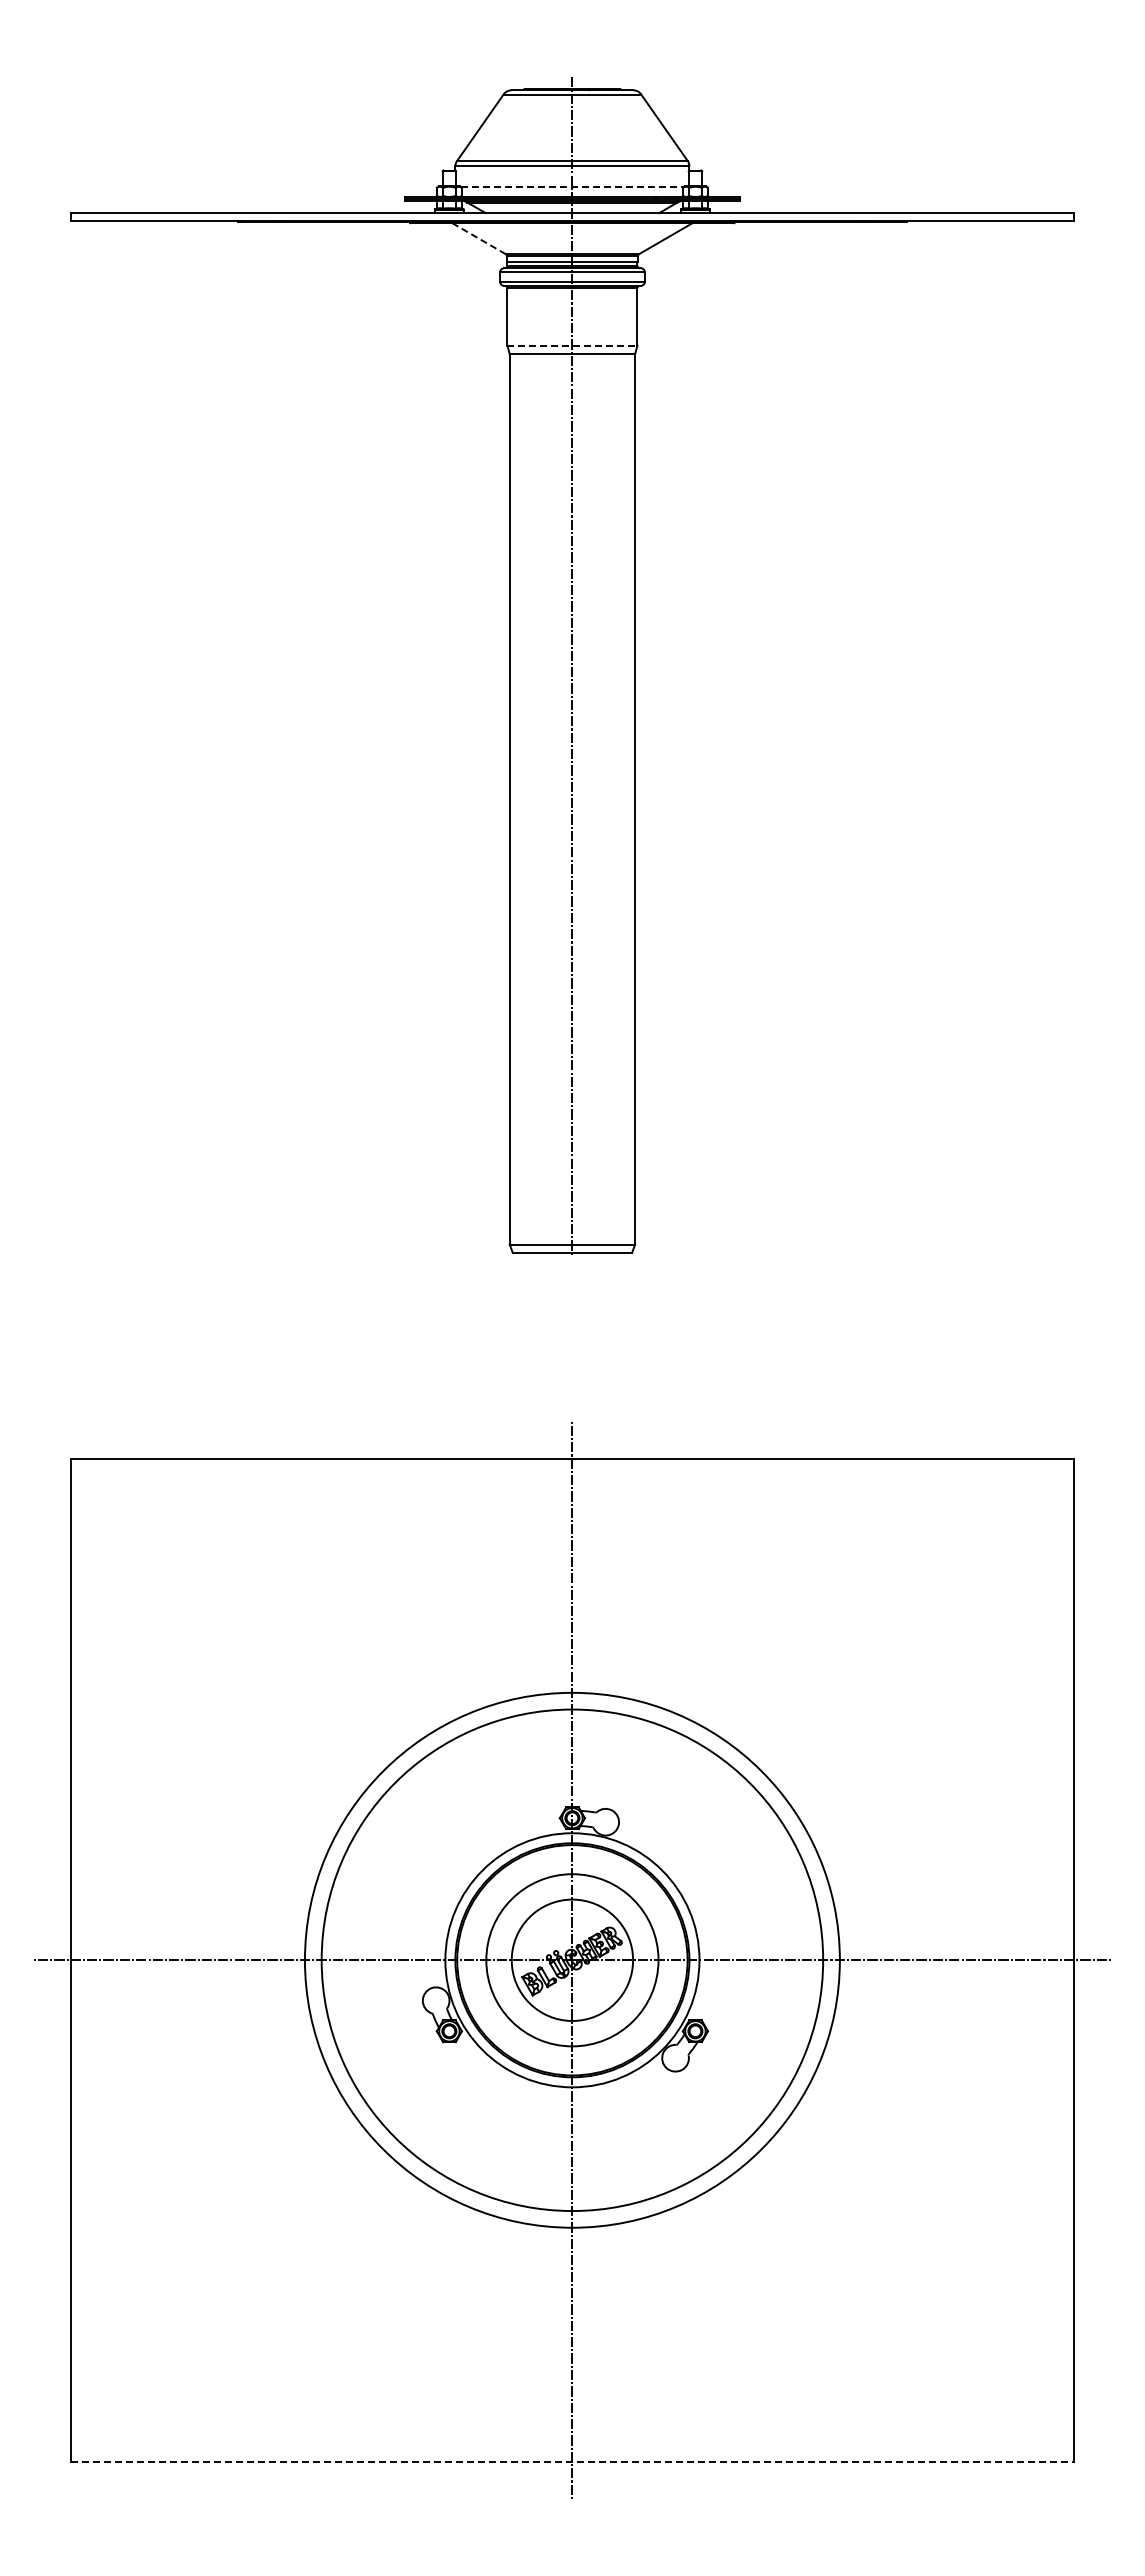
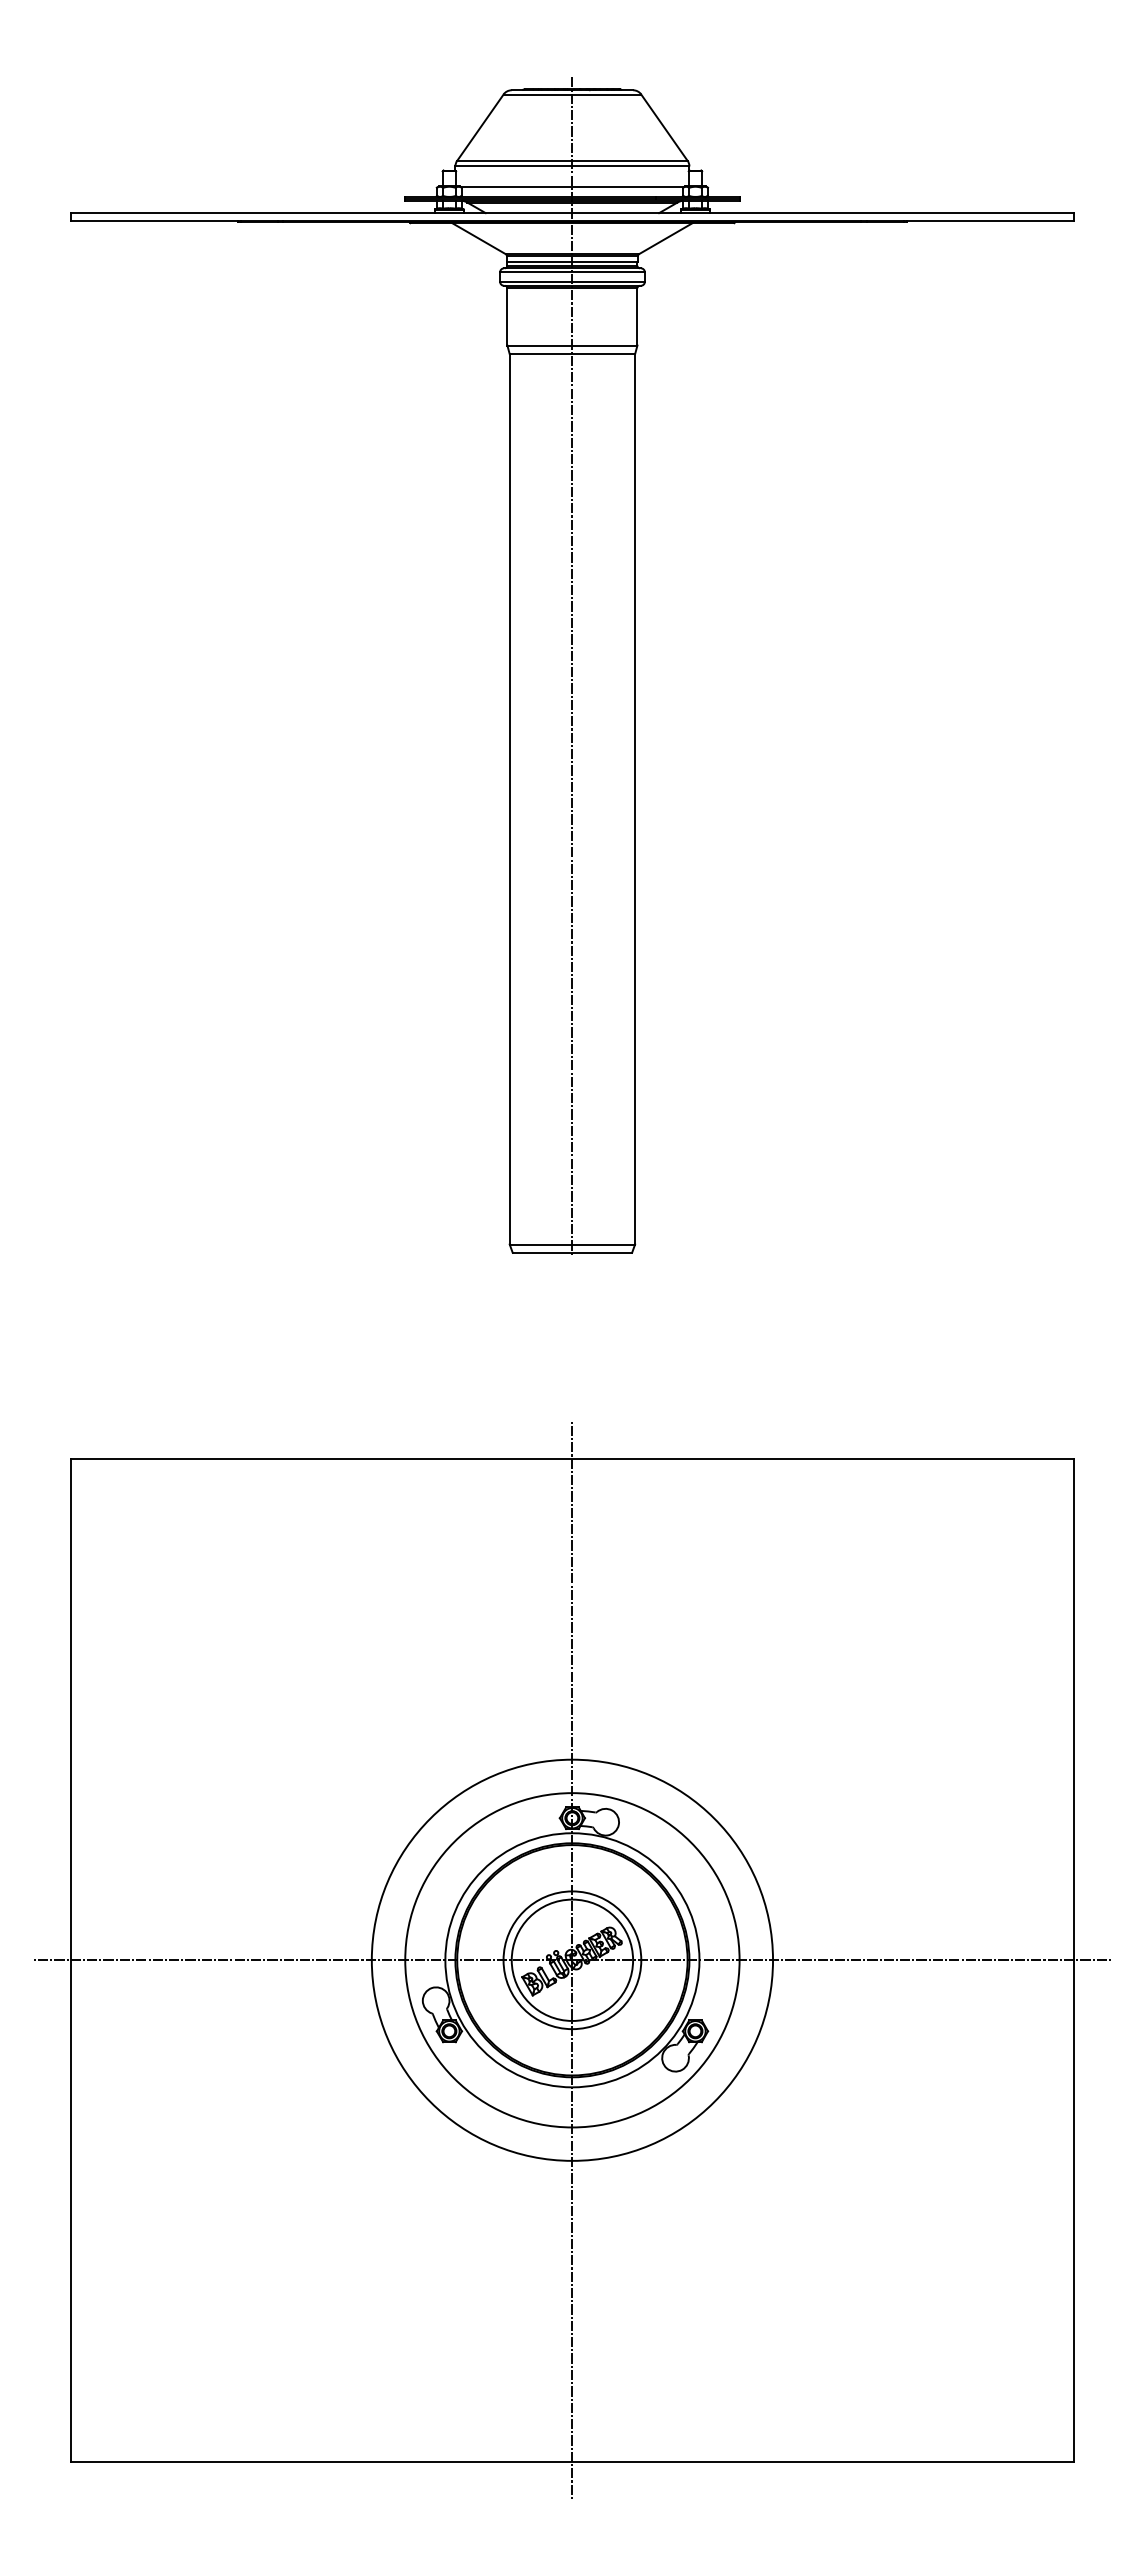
line at (572, 187): dashed -> solid
line at (479, 238): dashed -> solid
line at (572, 345): dashed -> solid
circle at (571, 1959) diameter: 535 px -> 334 px
circle at (572, 1960) diameter: 172 px -> 138 px
circle at (572, 1960) diameter: 501 px -> 401 px
line at (572, 2461): dashed -> solid
